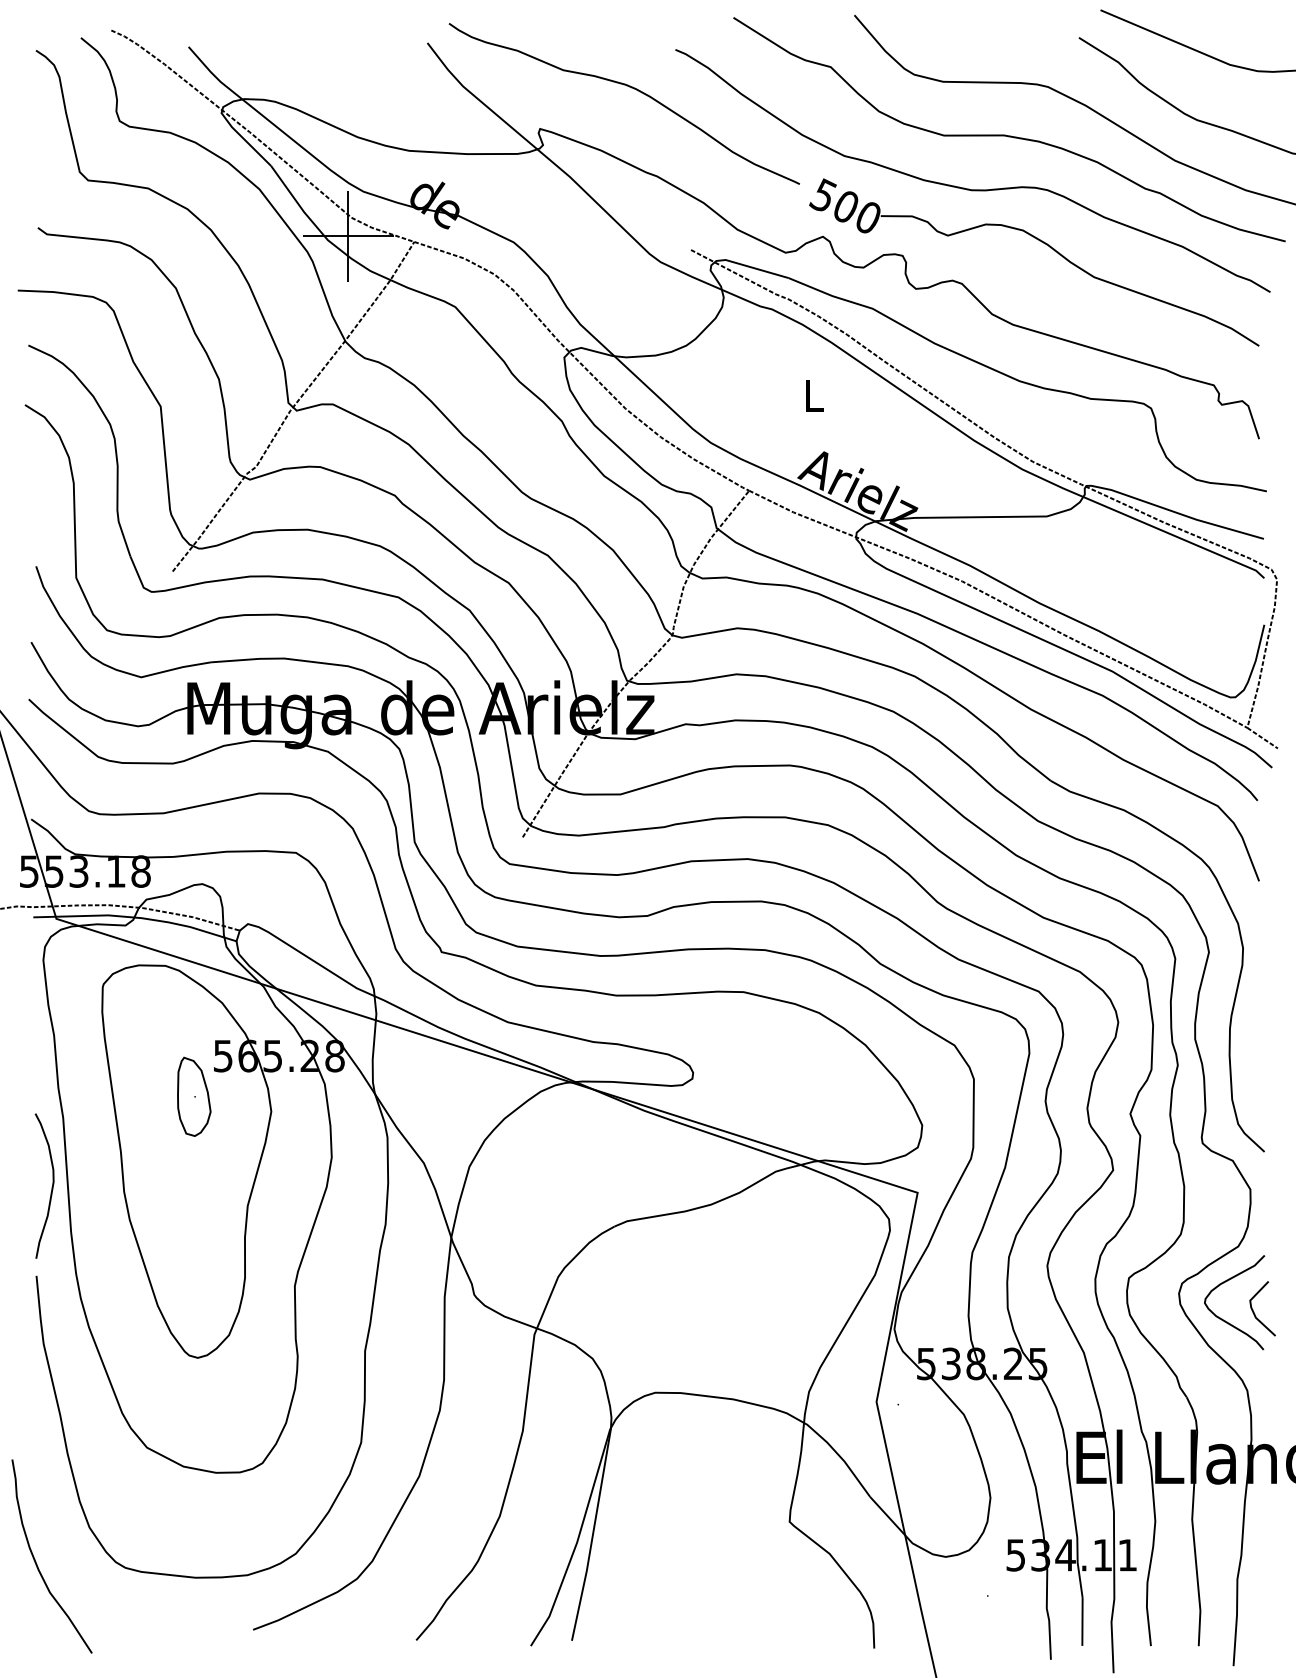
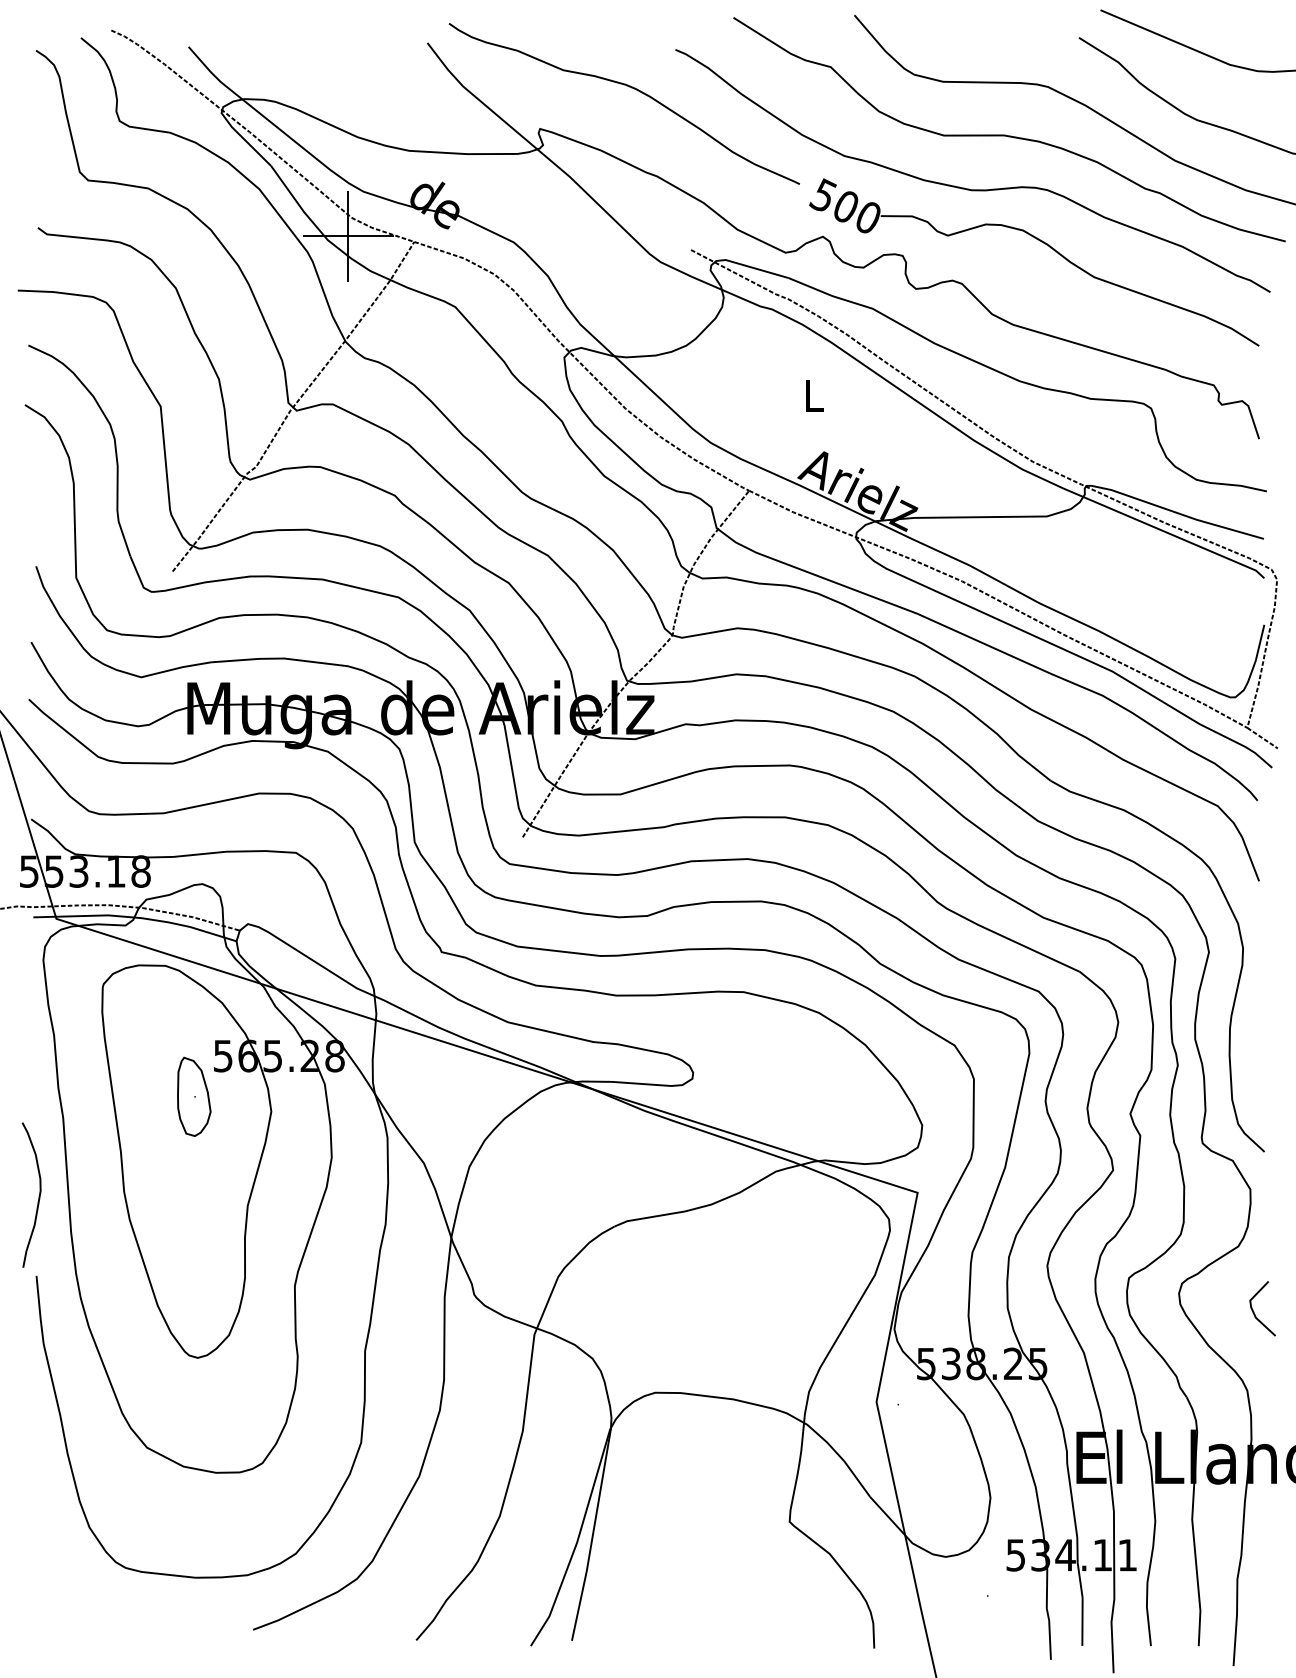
curve at (51, 1187) position: (51, 1187) -> (38, 1196)
curve at (1222, 1318): present -> none
curve at (36, 1561): present -> none
